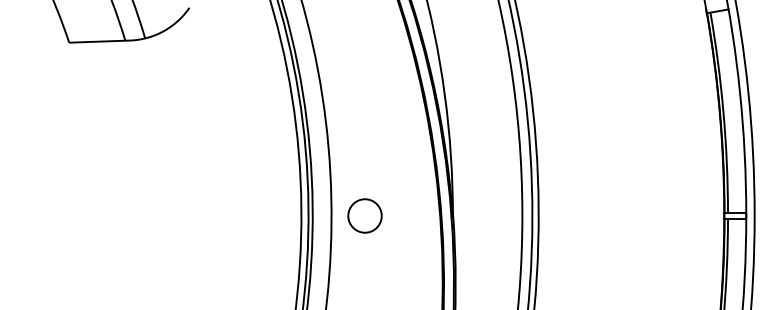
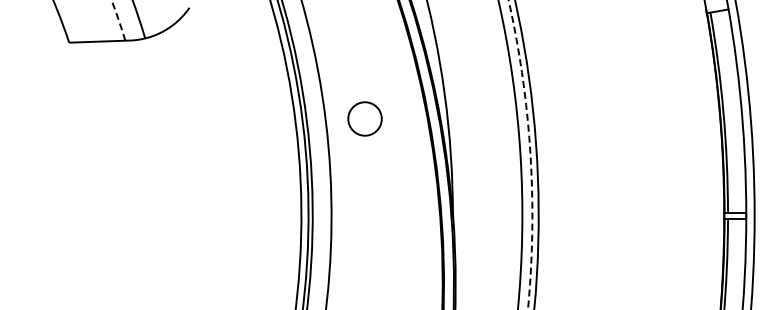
arc at (118, 20): solid -> dashed
arc at (530, 153): solid -> dashed
circle at (364, 215) position: (364, 215) -> (364, 118)
